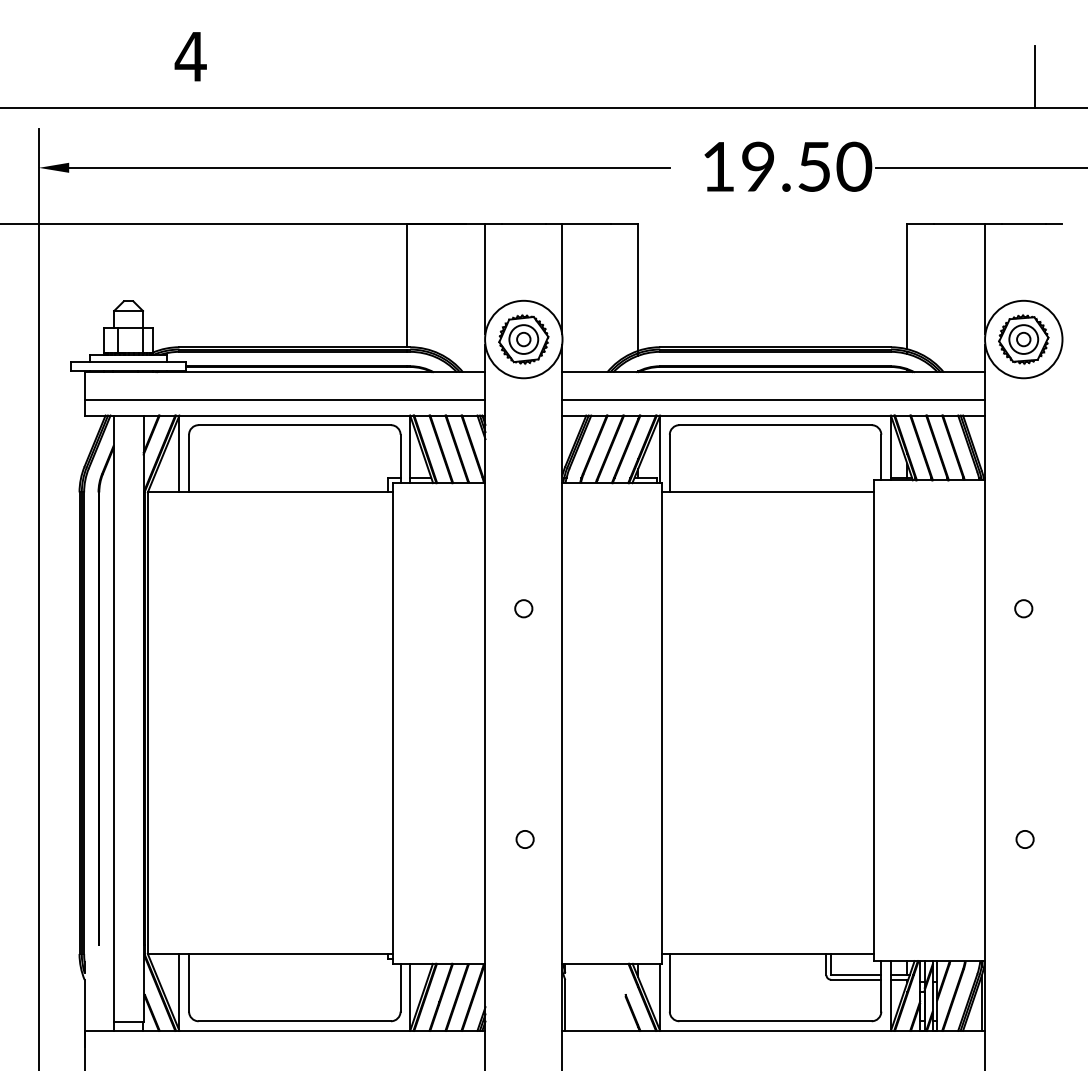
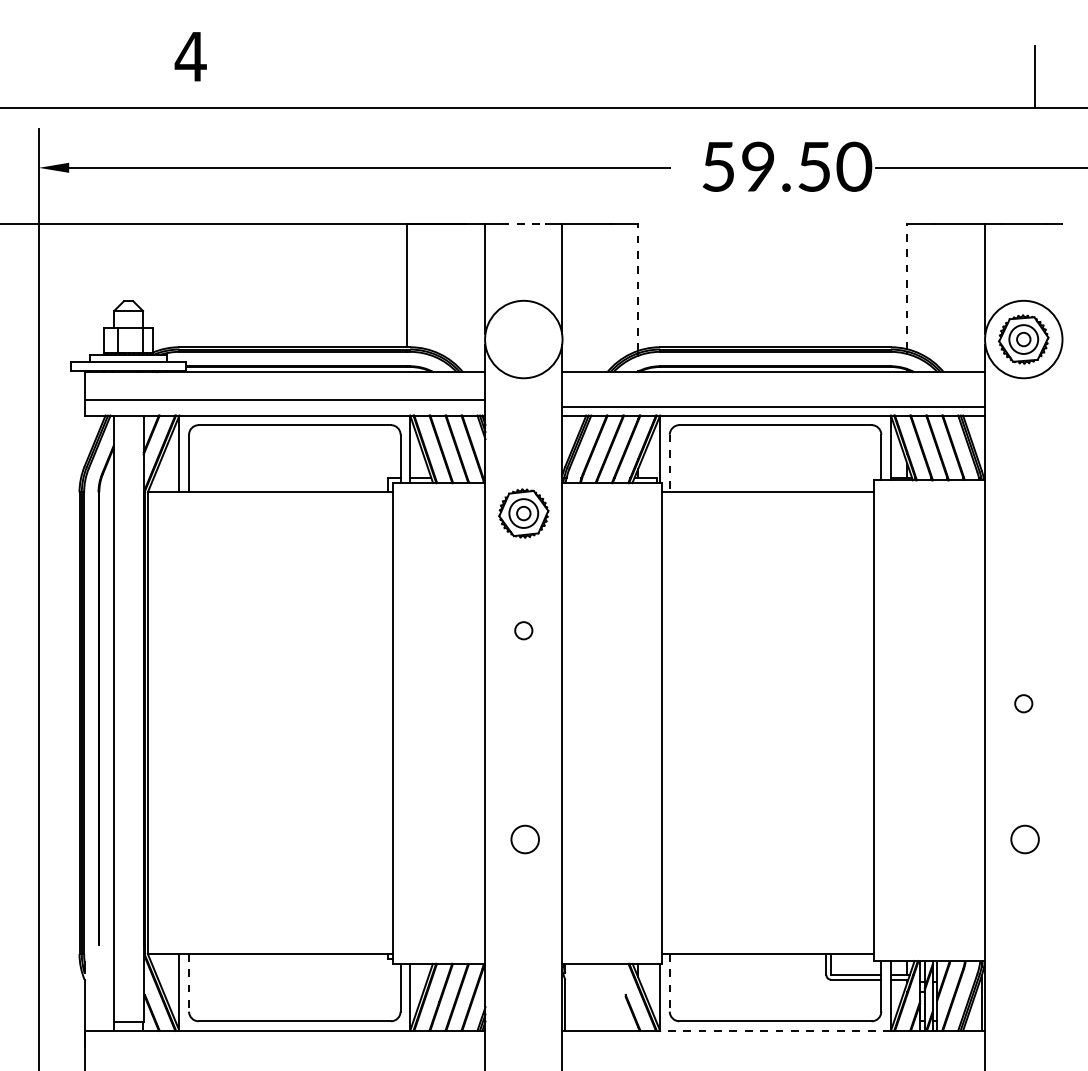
text at (717, 166): 19.50 -> 59.50
line at (524, 224): solid -> dashed
line at (907, 286): solid -> dashed
line at (638, 287): solid -> dashed
part at (523, 339) position: (523, 339) -> (523, 513)
line at (773, 399) position: (773, 399) -> (773, 406)
line at (669, 463): solid -> dashed
circle at (523, 608) position: (523, 608) -> (523, 630)
circle at (1023, 608) position: (1023, 608) -> (1023, 703)
circle at (524, 839) size: 20x19 px -> 30x31 px
circle at (1024, 839) diameter: 17 px -> 28 px
line at (189, 982): solid -> dashed
line at (669, 982): solid -> dashed
line at (775, 1030): solid -> dashed
